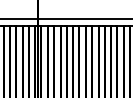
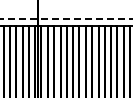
line at (66, 19): solid -> dashed
